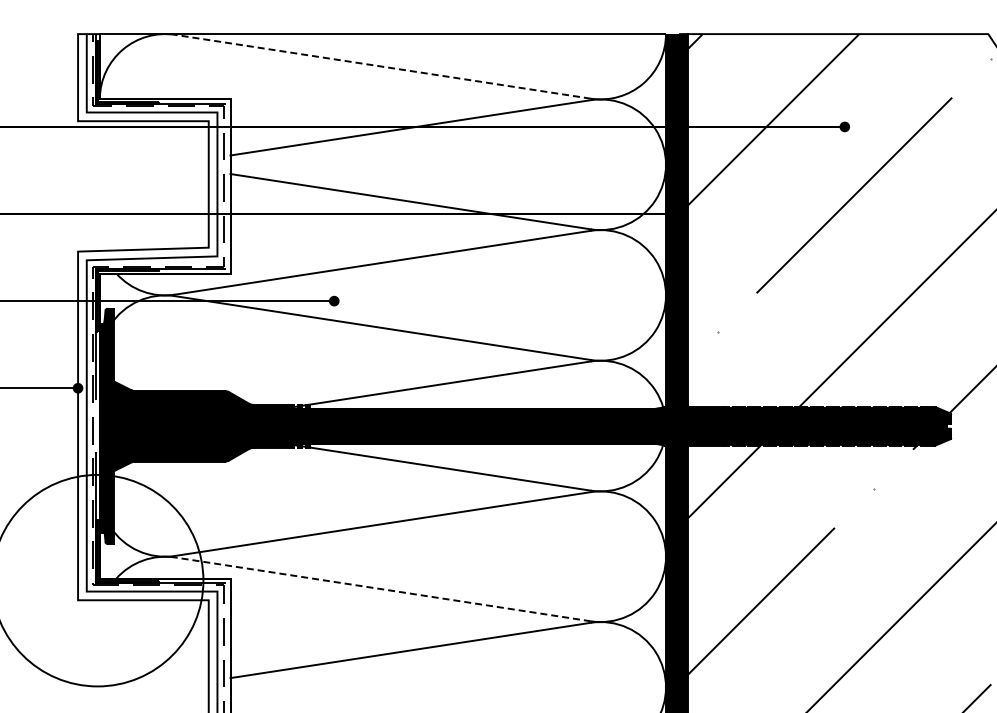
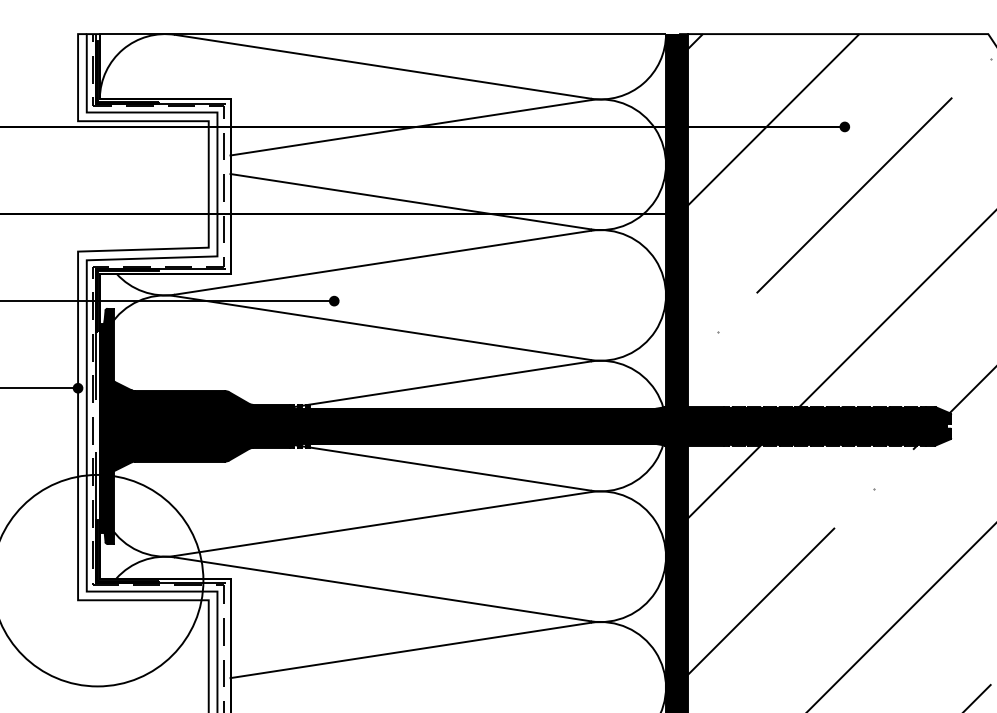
line at (382, 66): dashed -> solid
line at (382, 589): dashed -> solid
